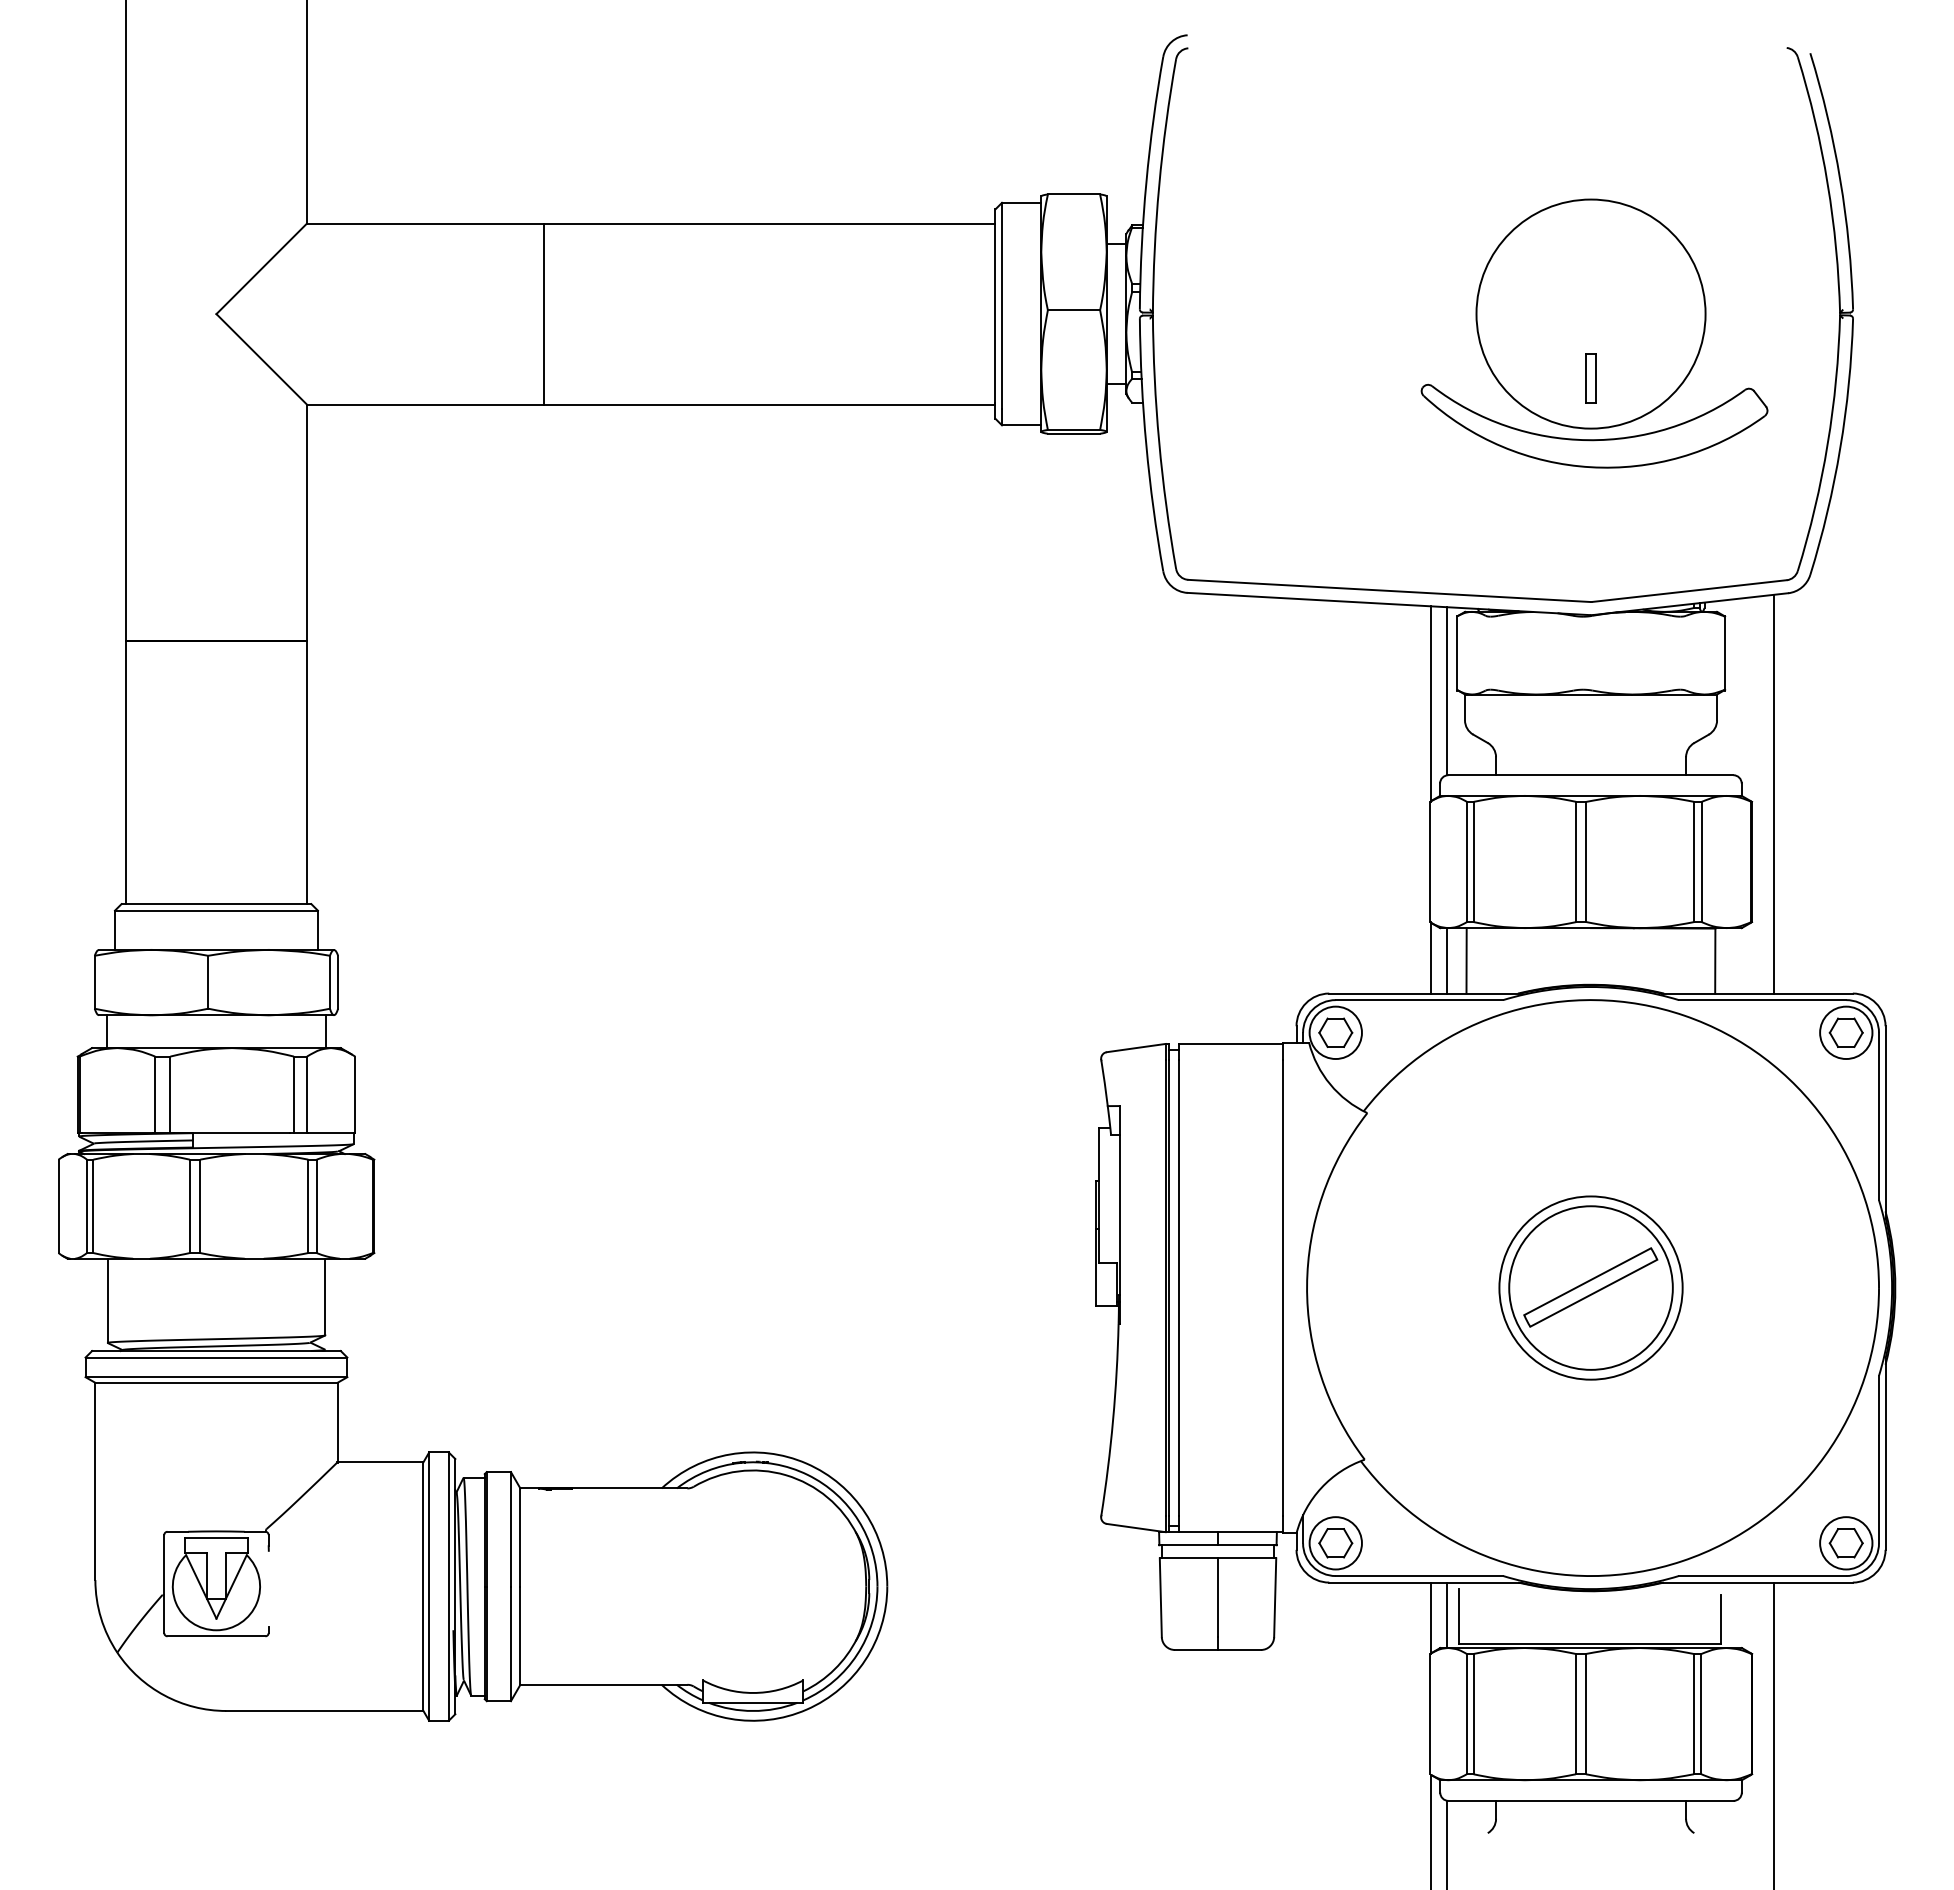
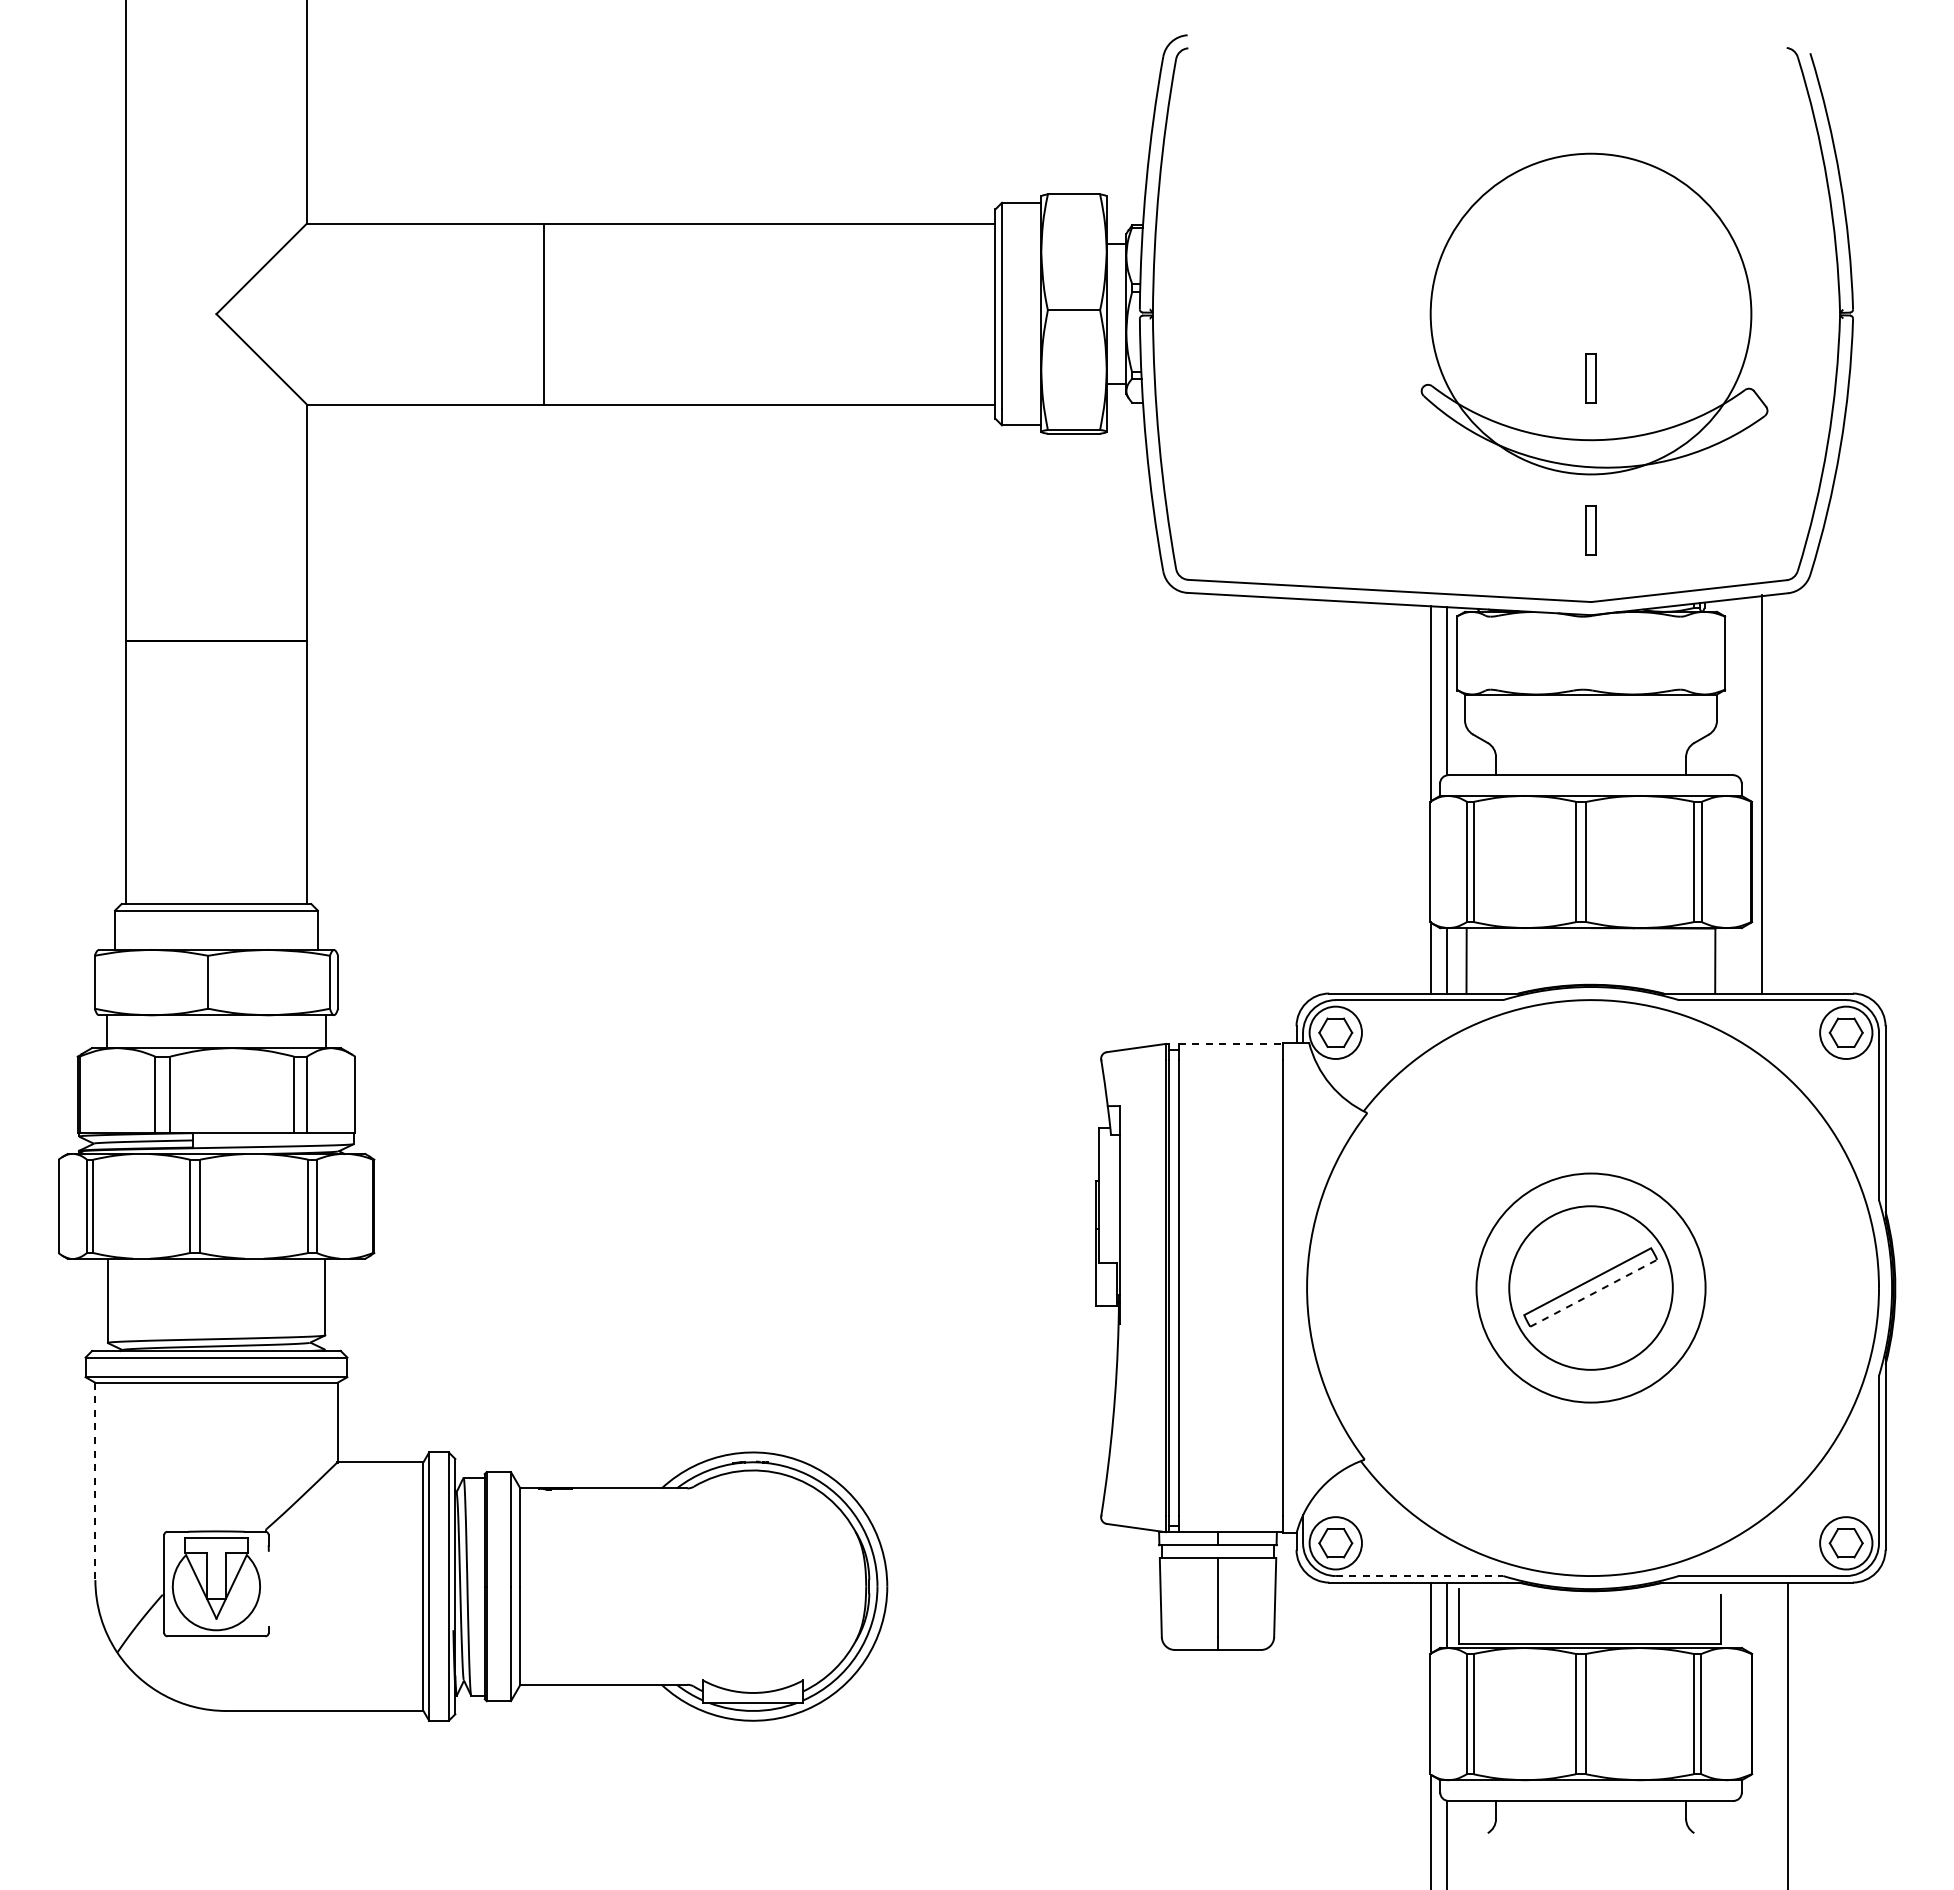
circle at (1590, 313) diameter: 229 px -> 321 px
part at (1590, 530): none -> present
line at (1774, 793) position: (1774, 793) -> (1762, 793)
line at (1231, 1043): solid -> dashed
circle at (1590, 1287) diameter: 183 px -> 229 px
line at (1593, 1293): solid -> dashed
line at (95, 1481): solid -> dashed
line at (1419, 1576): solid -> dashed
line at (1774, 1734) position: (1774, 1734) -> (1788, 1734)
